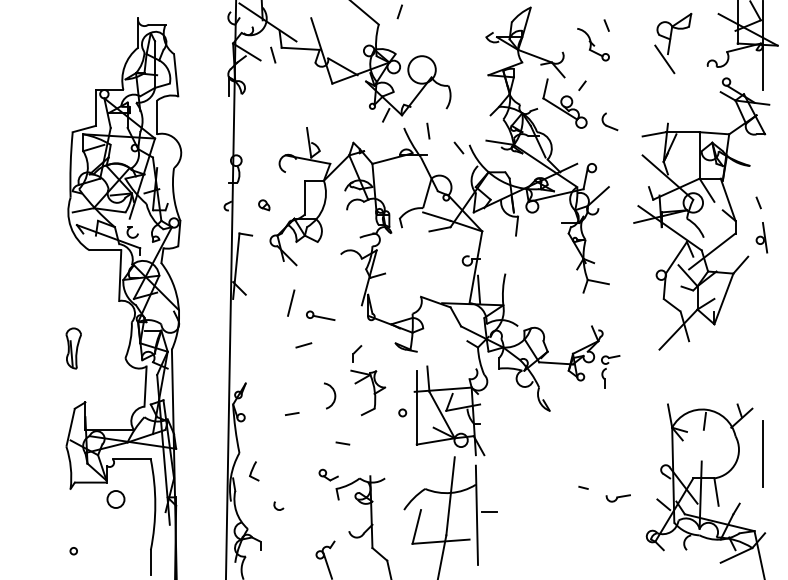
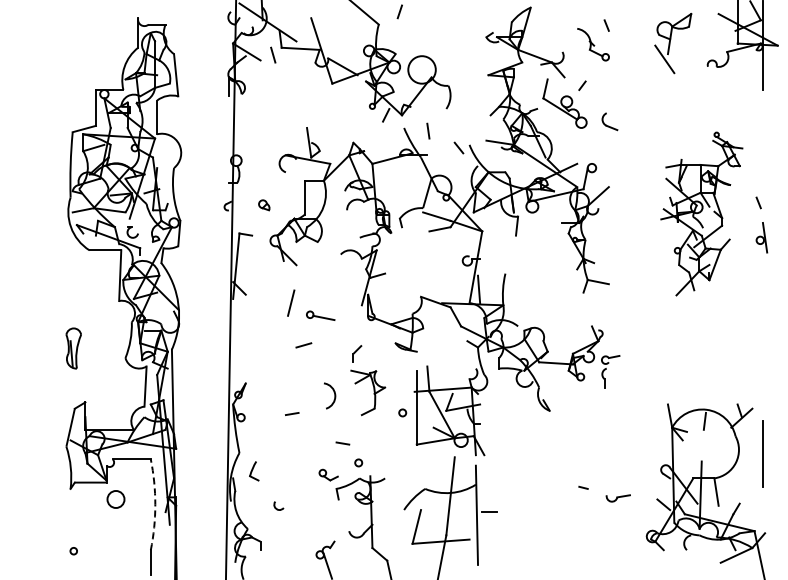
part at (701, 213) size: 138x274 px -> 84x166 px
circle at (358, 462): none -> present
arc at (155, 504): solid -> dashed
